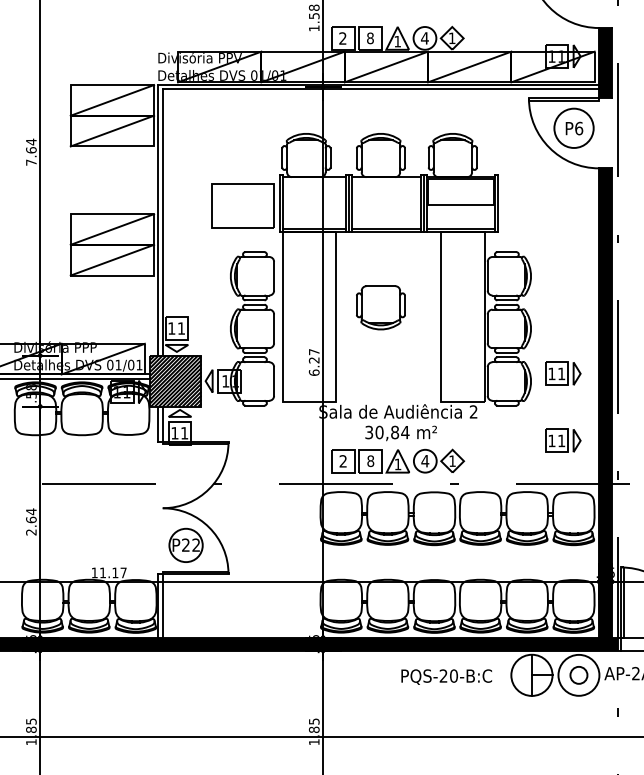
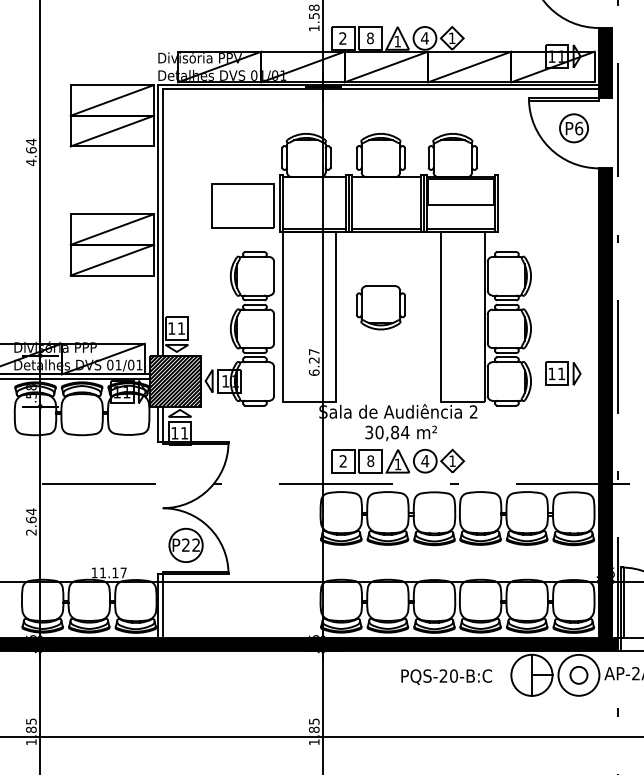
circle at (573, 127) diameter: 39 px -> 28 px
text at (31, 162): 7.64 -> 4.64
part at (563, 440): present -> none
